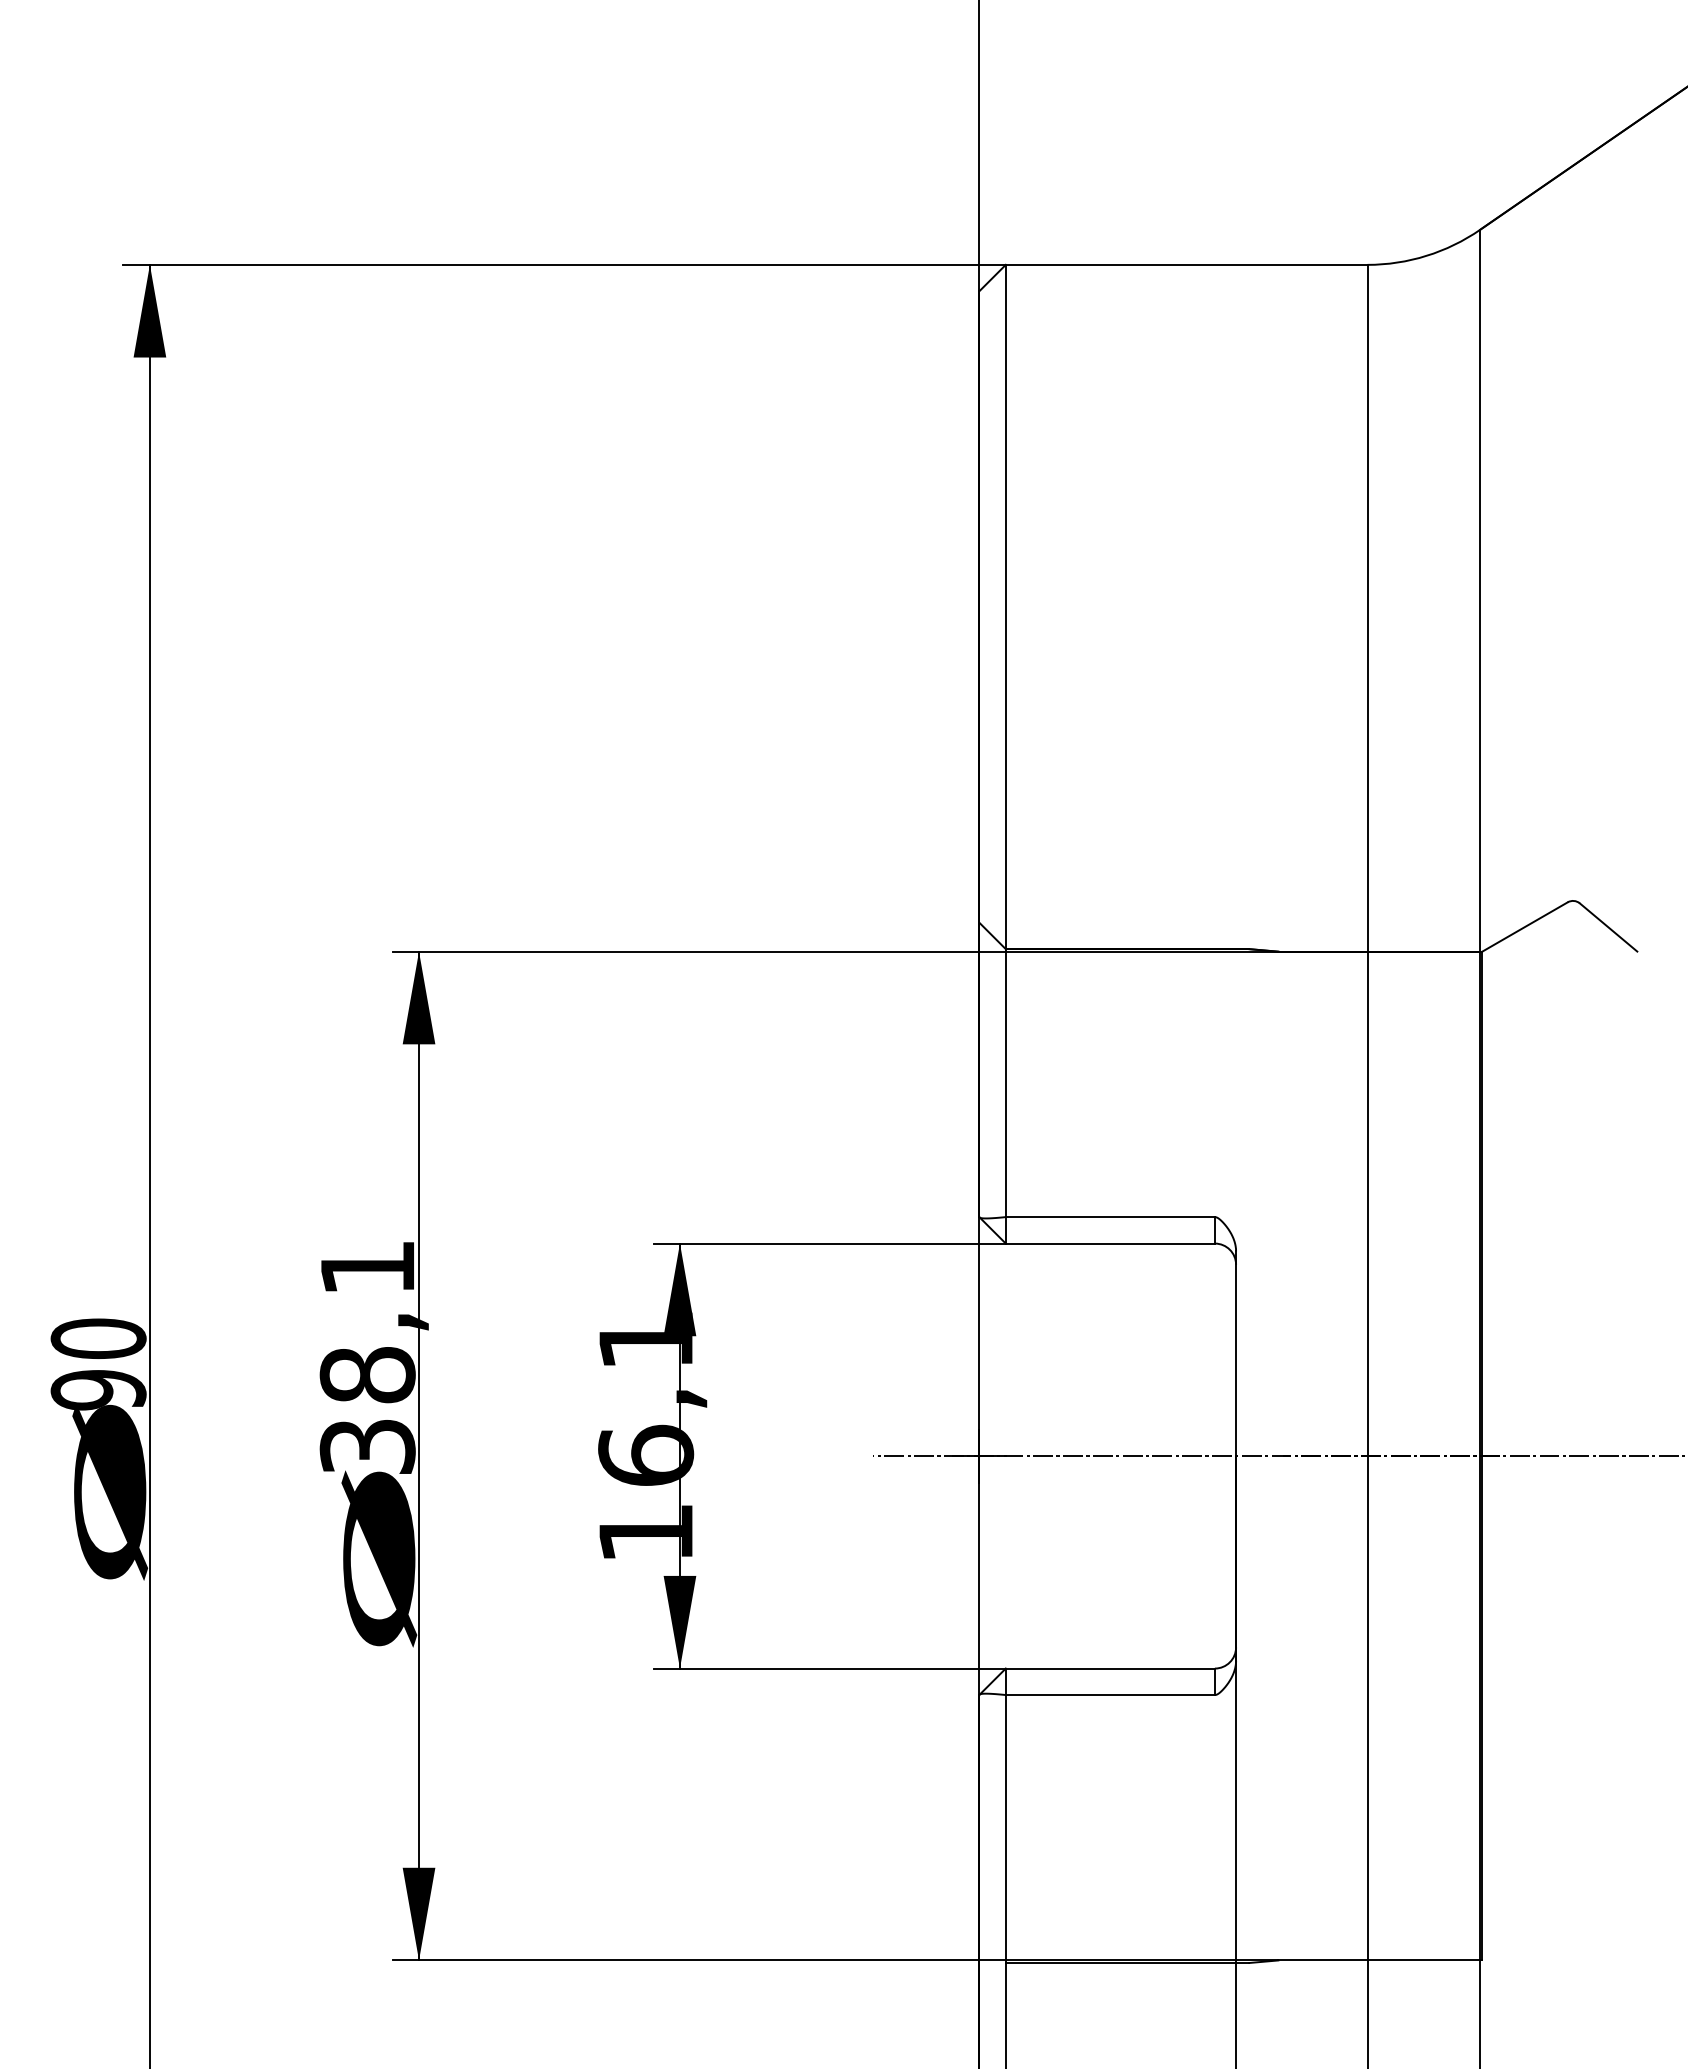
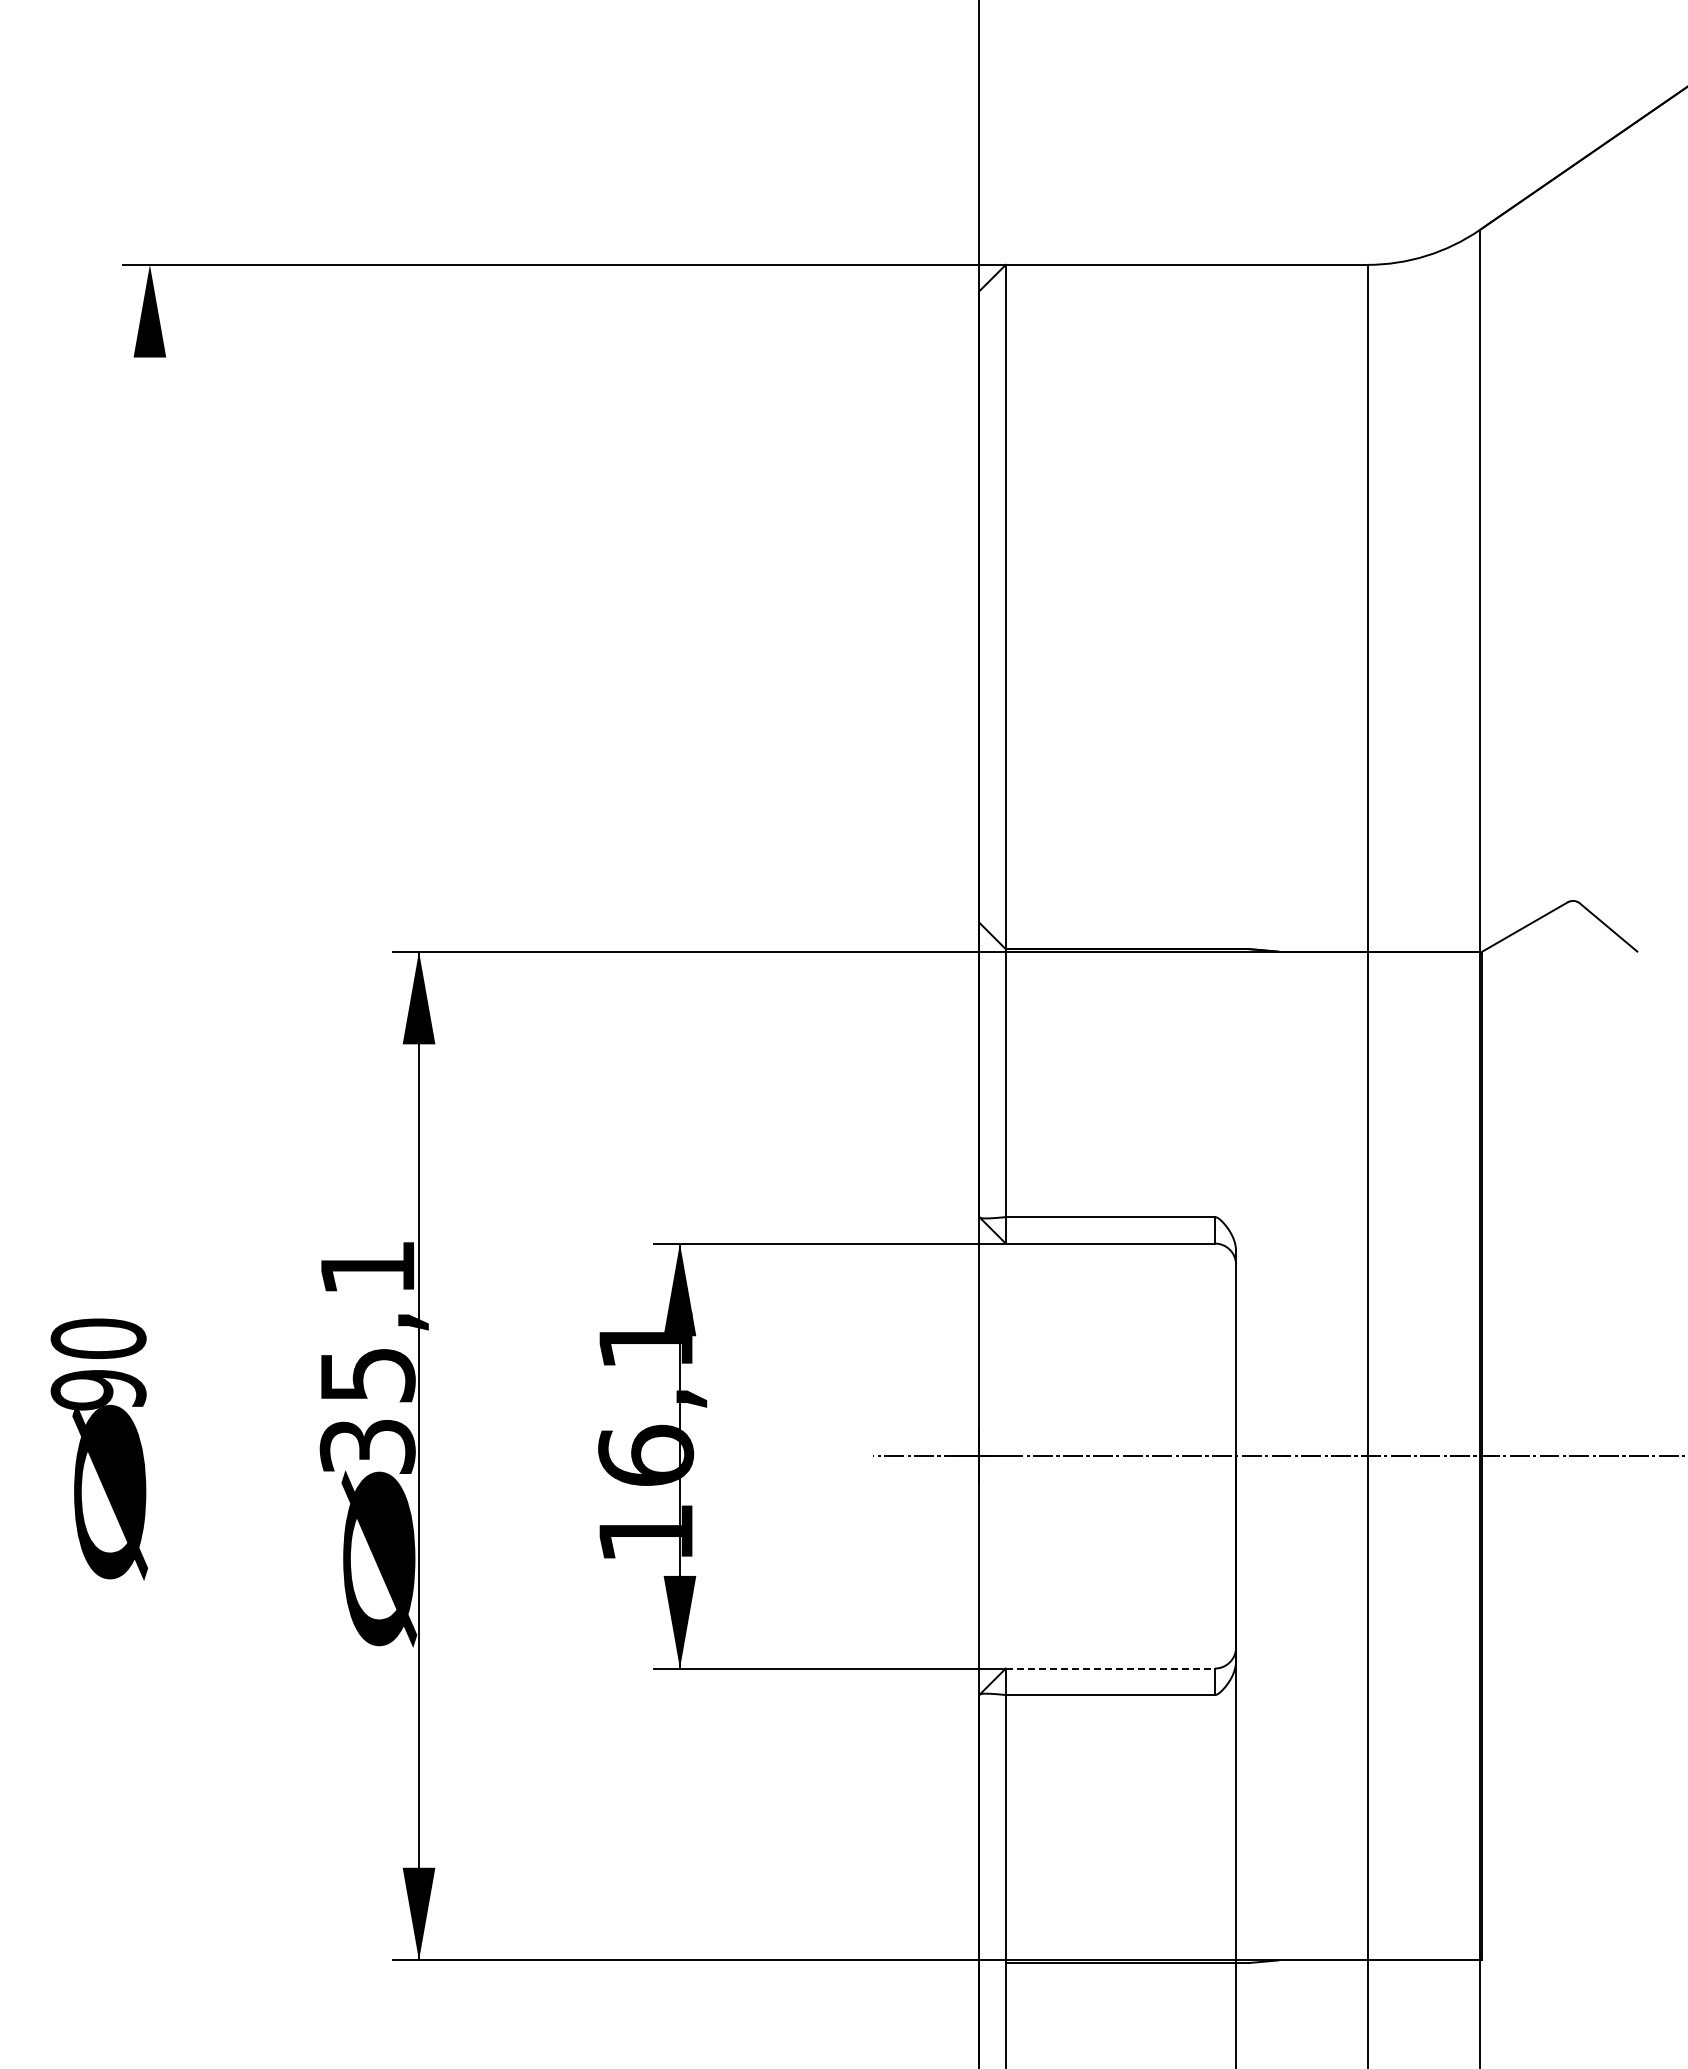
line at (149, 1164): present -> none
text at (367, 1375): 38,1 -> 35,1
line at (1110, 1668): solid -> dashed
